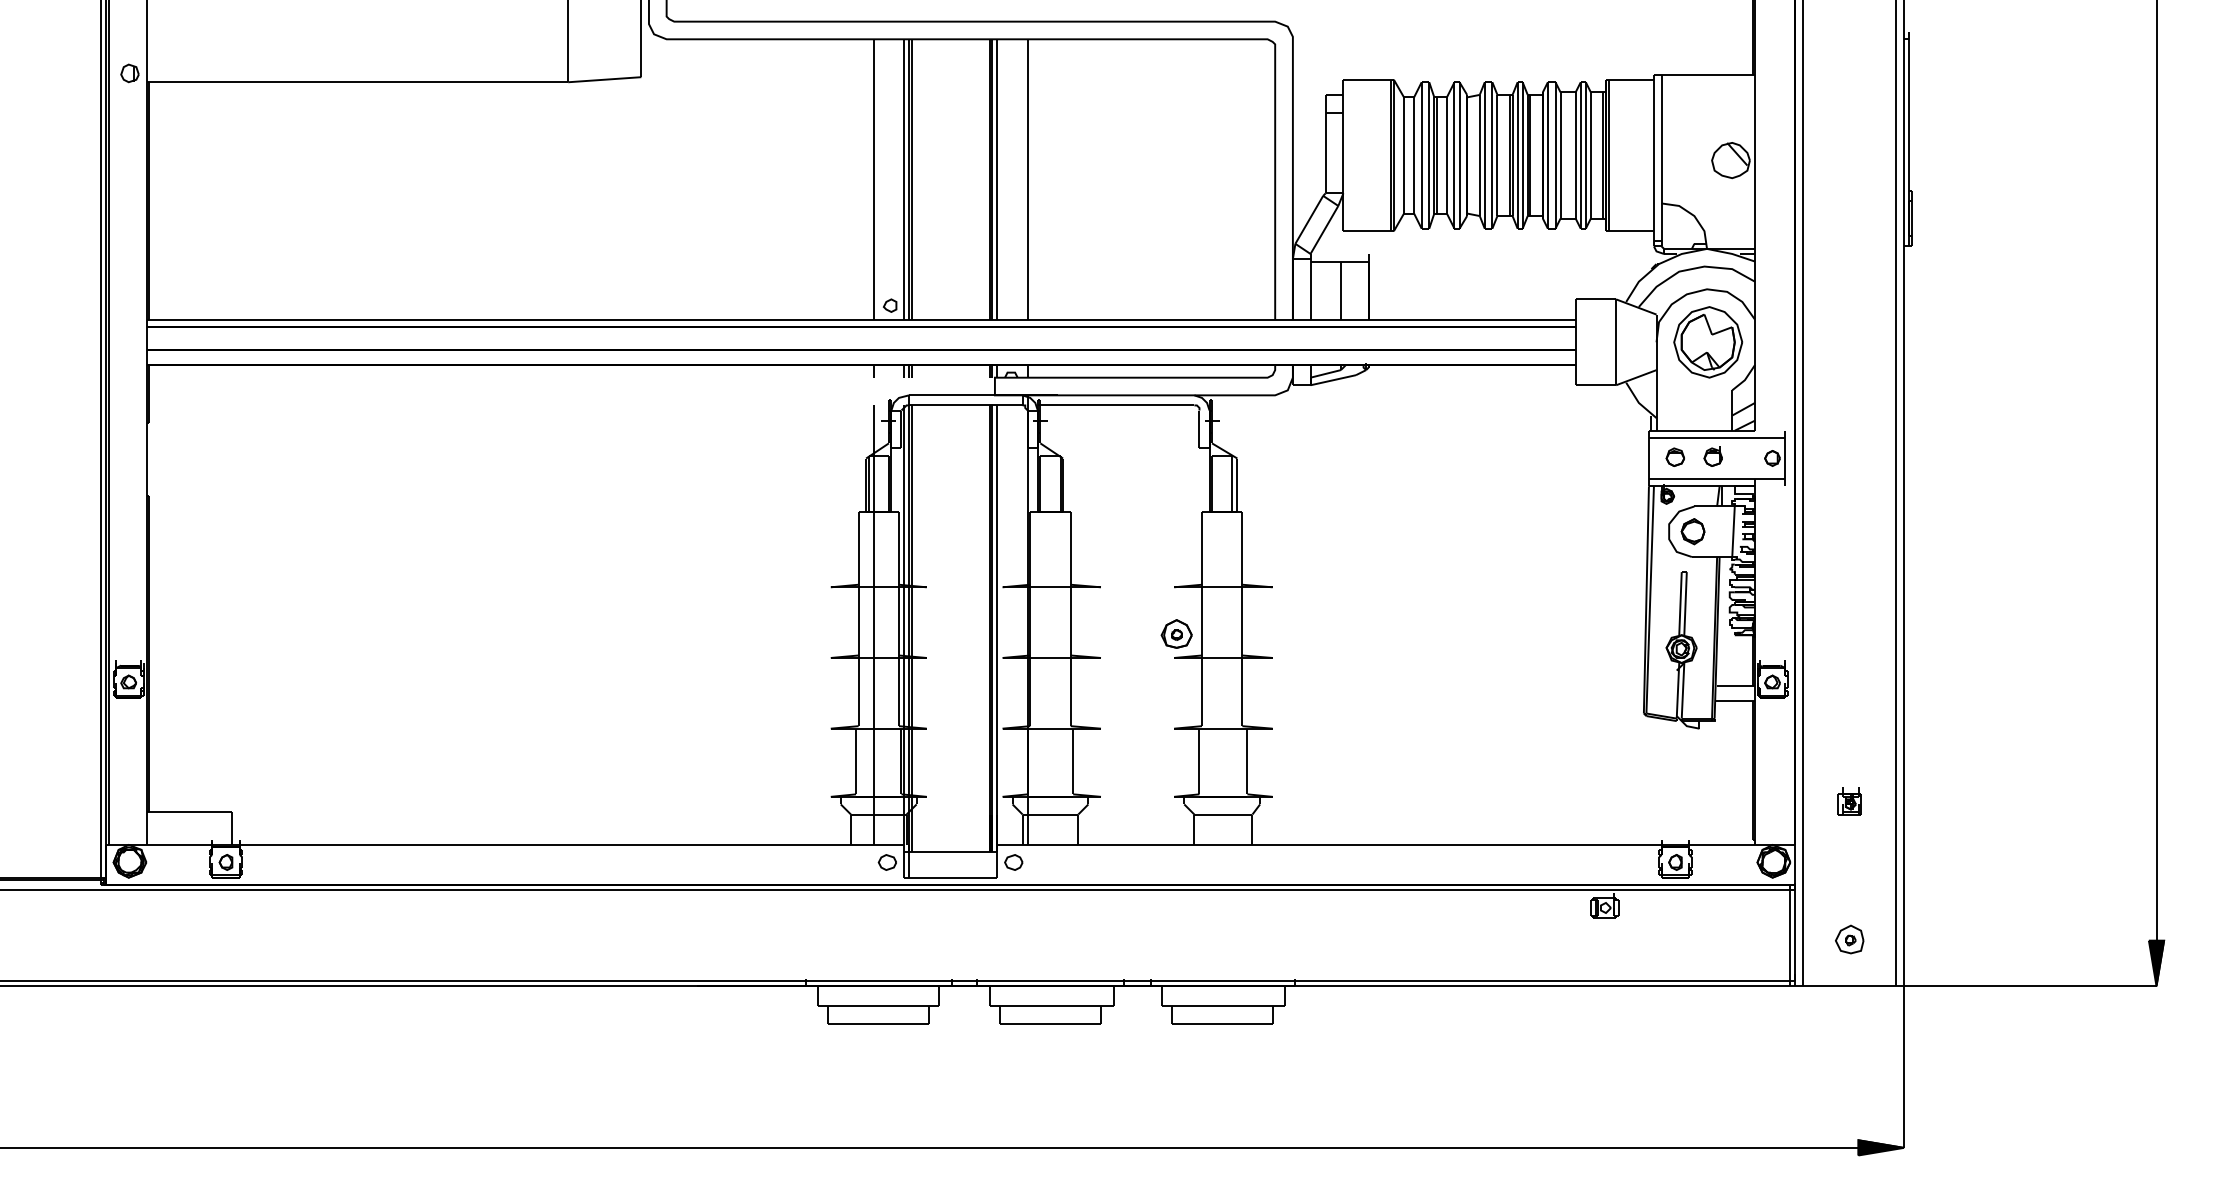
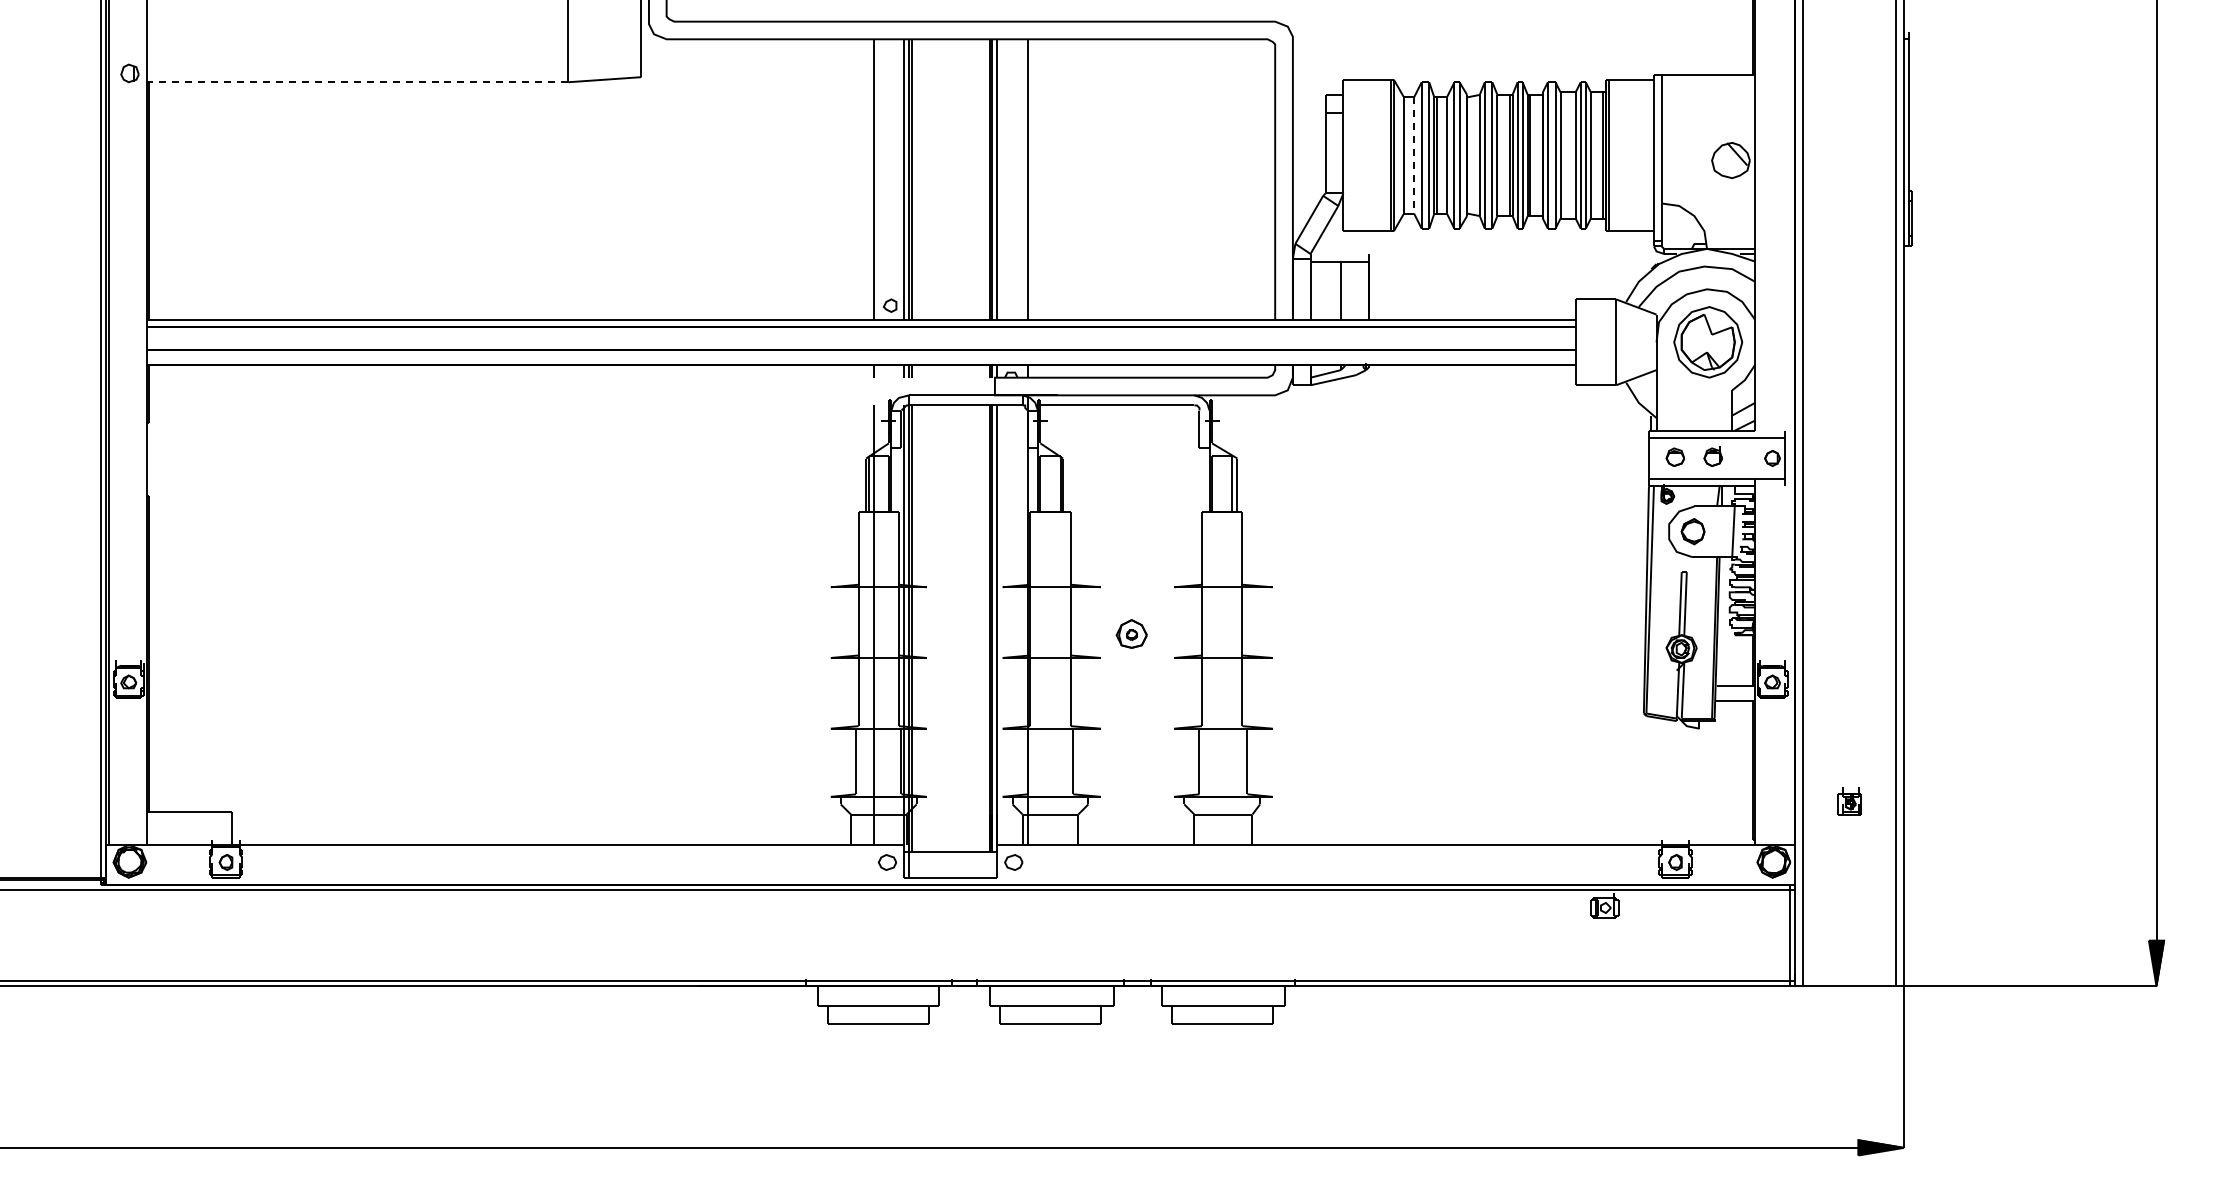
line at (357, 82): solid -> dashed
line at (1414, 155): solid -> dashed
part at (1176, 633) position: (1176, 633) -> (1131, 633)
part at (1849, 939): present -> none
